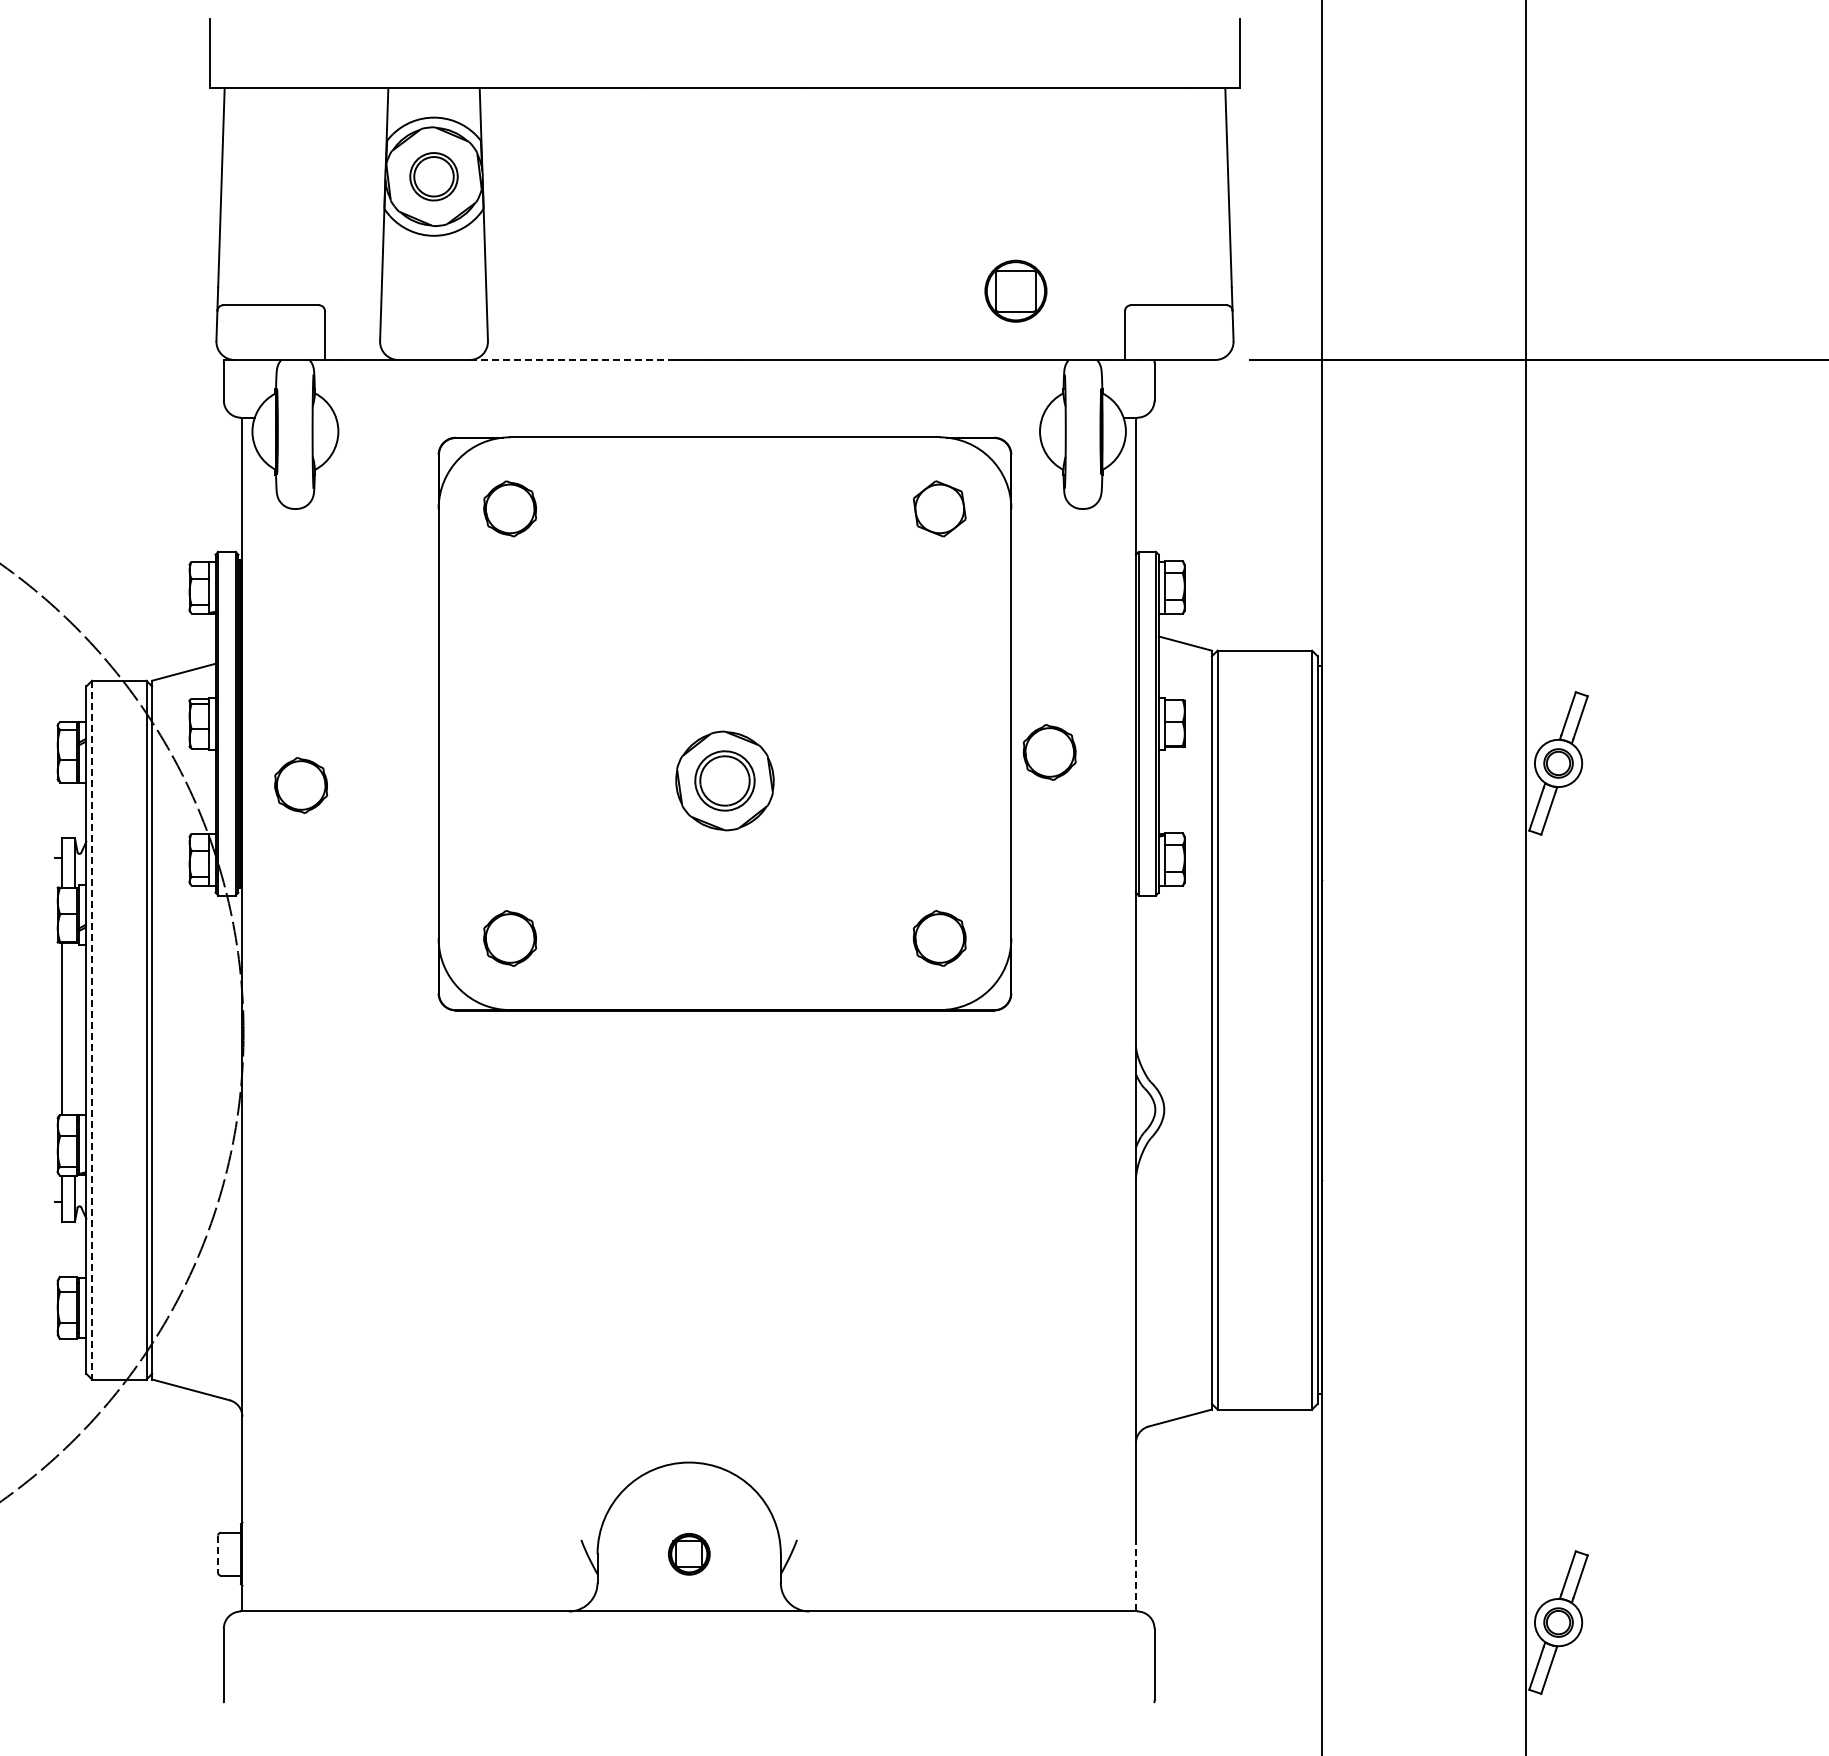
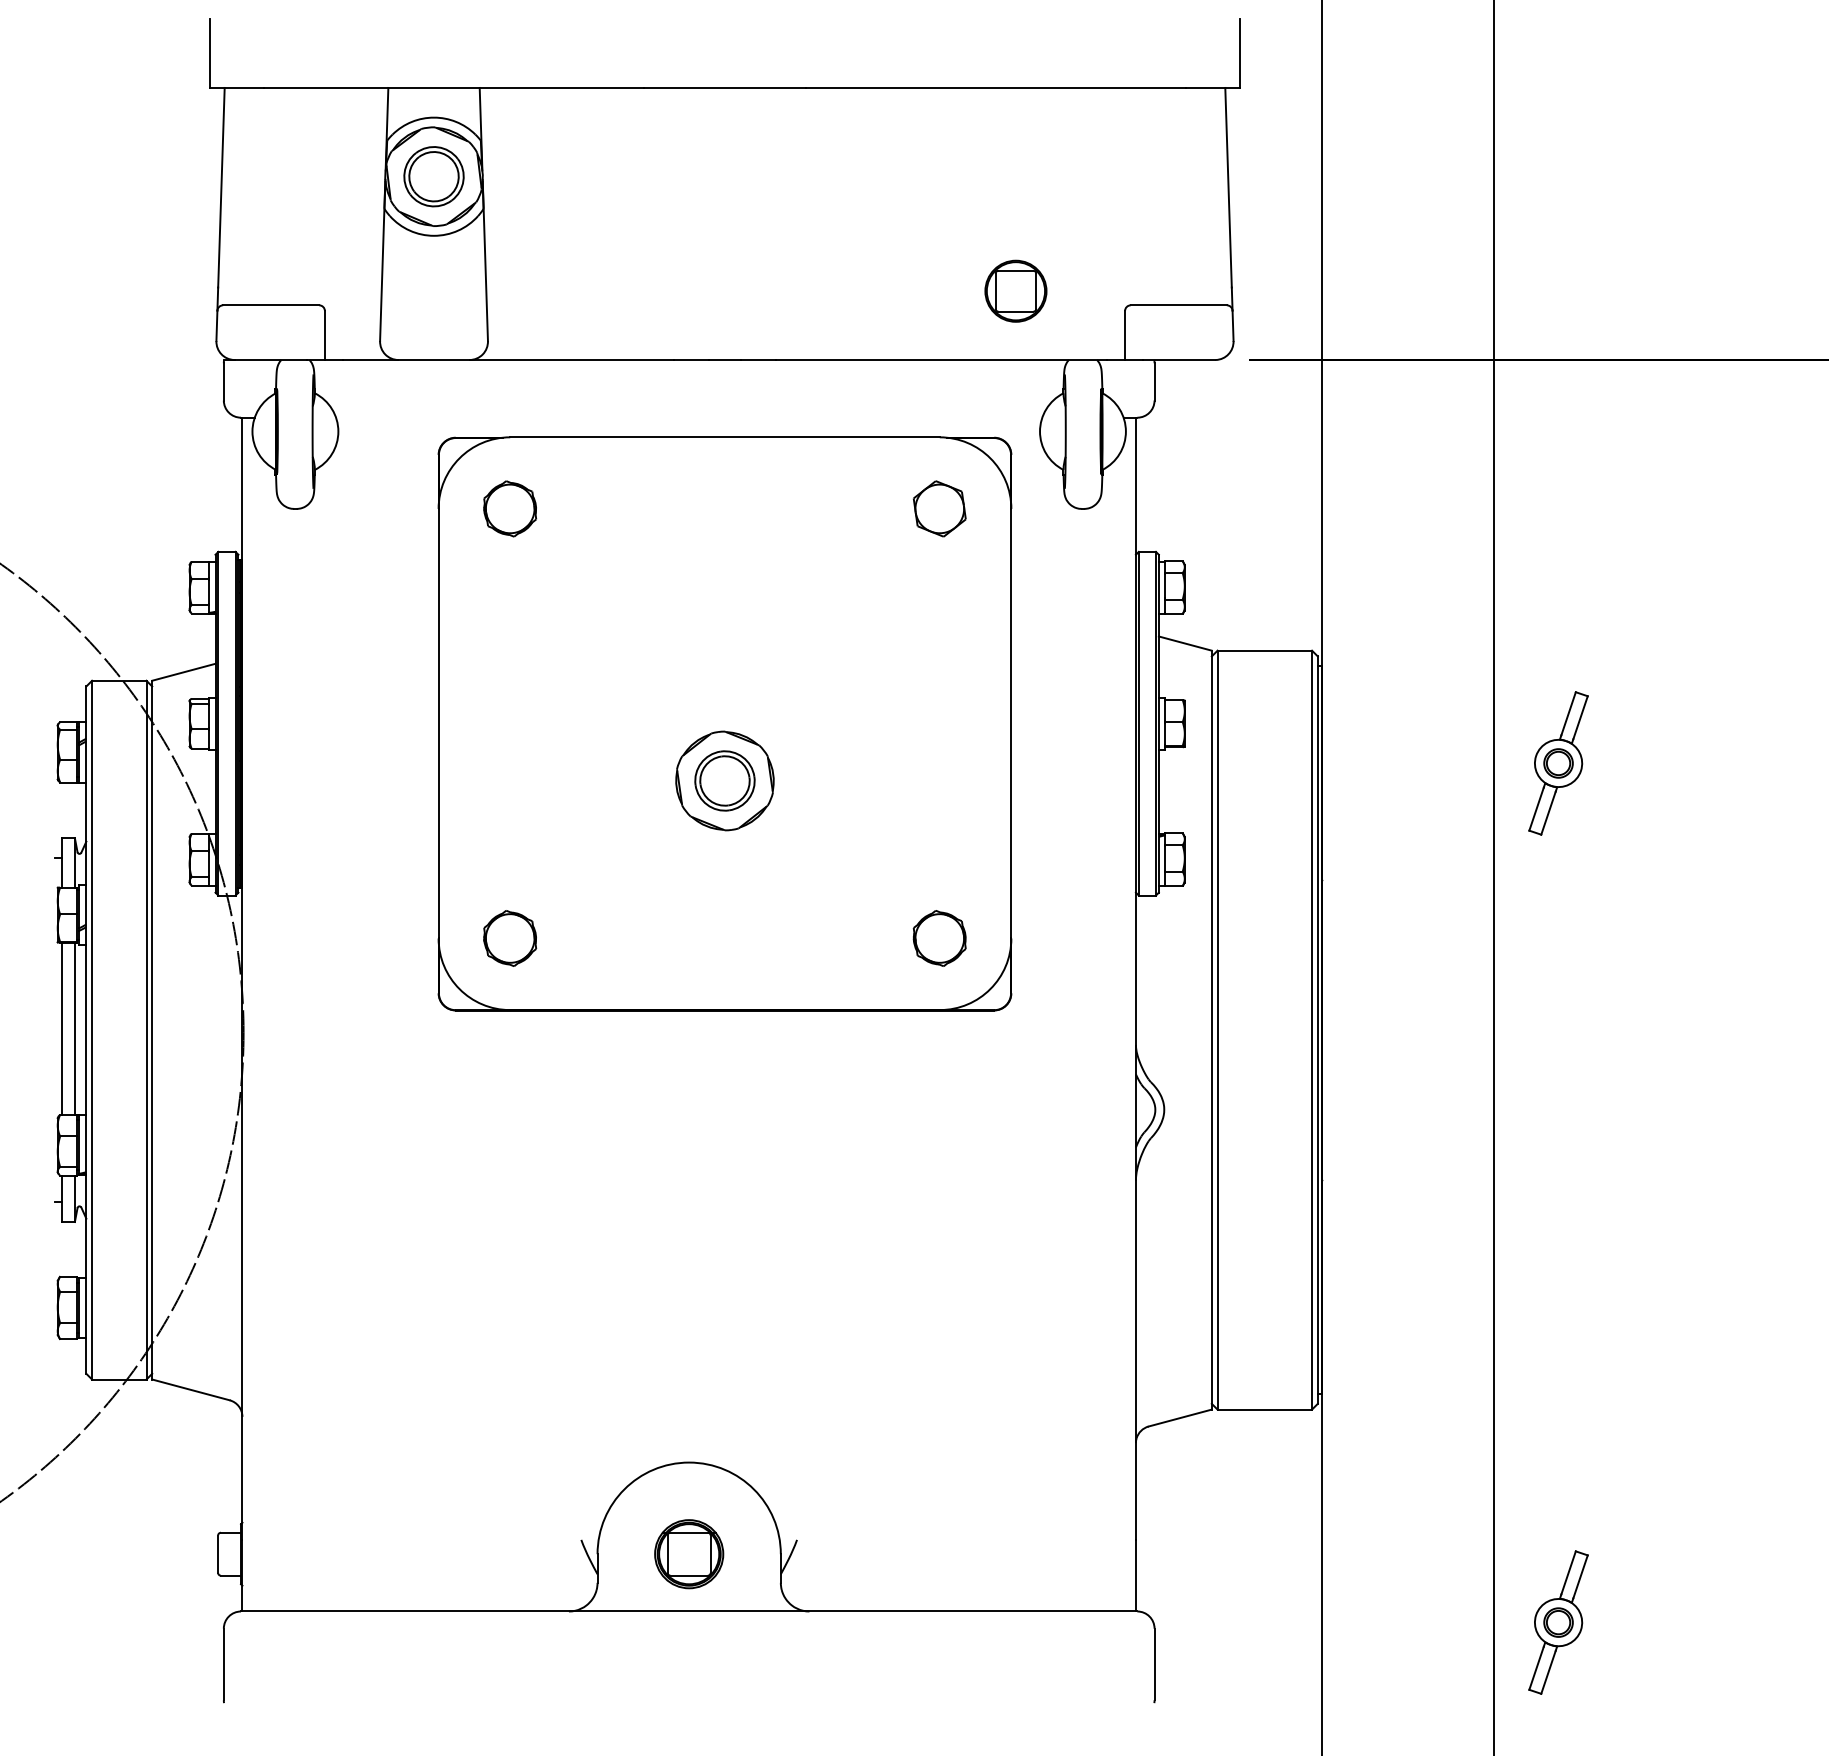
part at (433, 176) size: 50x50 px -> 62x62 px
line at (571, 360): dashed -> solid
part at (1049, 752): present -> none
part at (301, 785): present -> none
line at (1526, 877) position: (1526, 877) -> (1494, 877)
line at (74, 1028): none -> present
line at (92, 1030): dashed -> solid
line at (218, 1554): dashed -> solid
part at (689, 1554) size: 43x43 px -> 71x71 px
line at (1135, 1575): dashed -> solid
